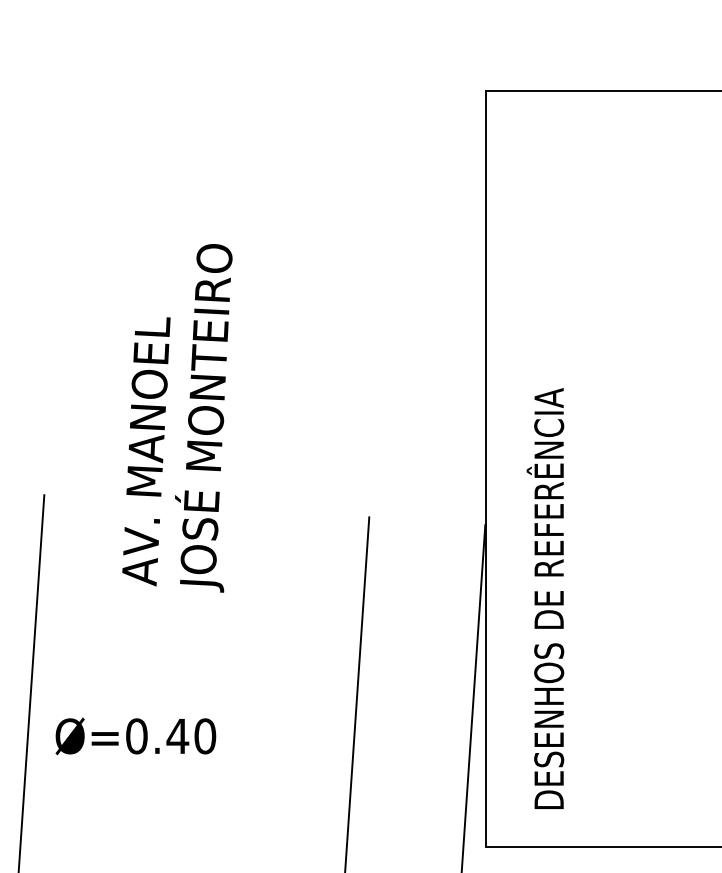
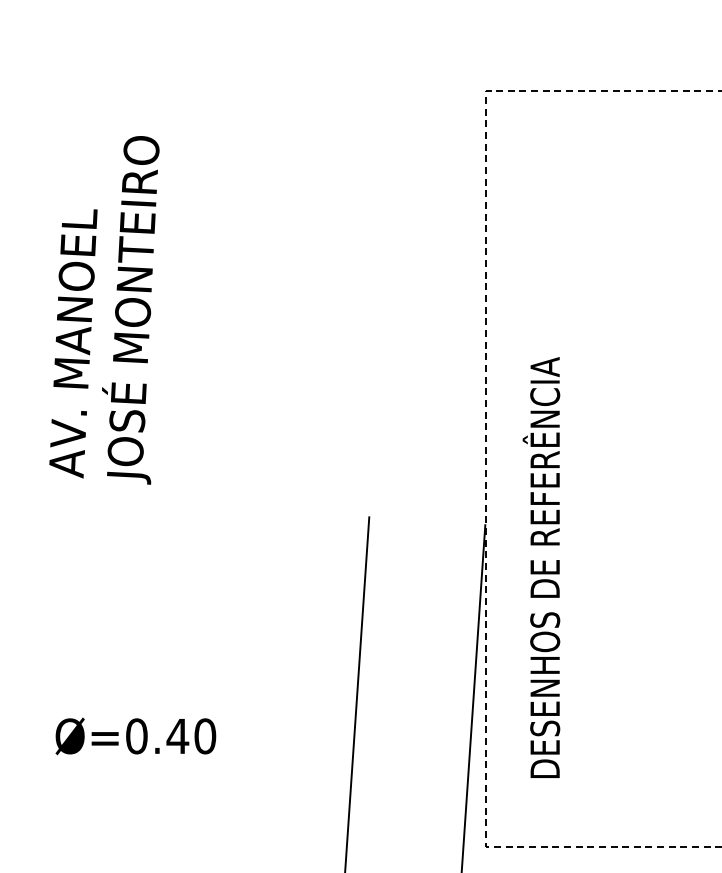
text at (177, 418) position: (177, 418) -> (104, 310)
line at (486, 469): solid -> dashed
text at (545, 598) position: (545, 598) -> (541, 567)
line at (31, 682): present -> none
